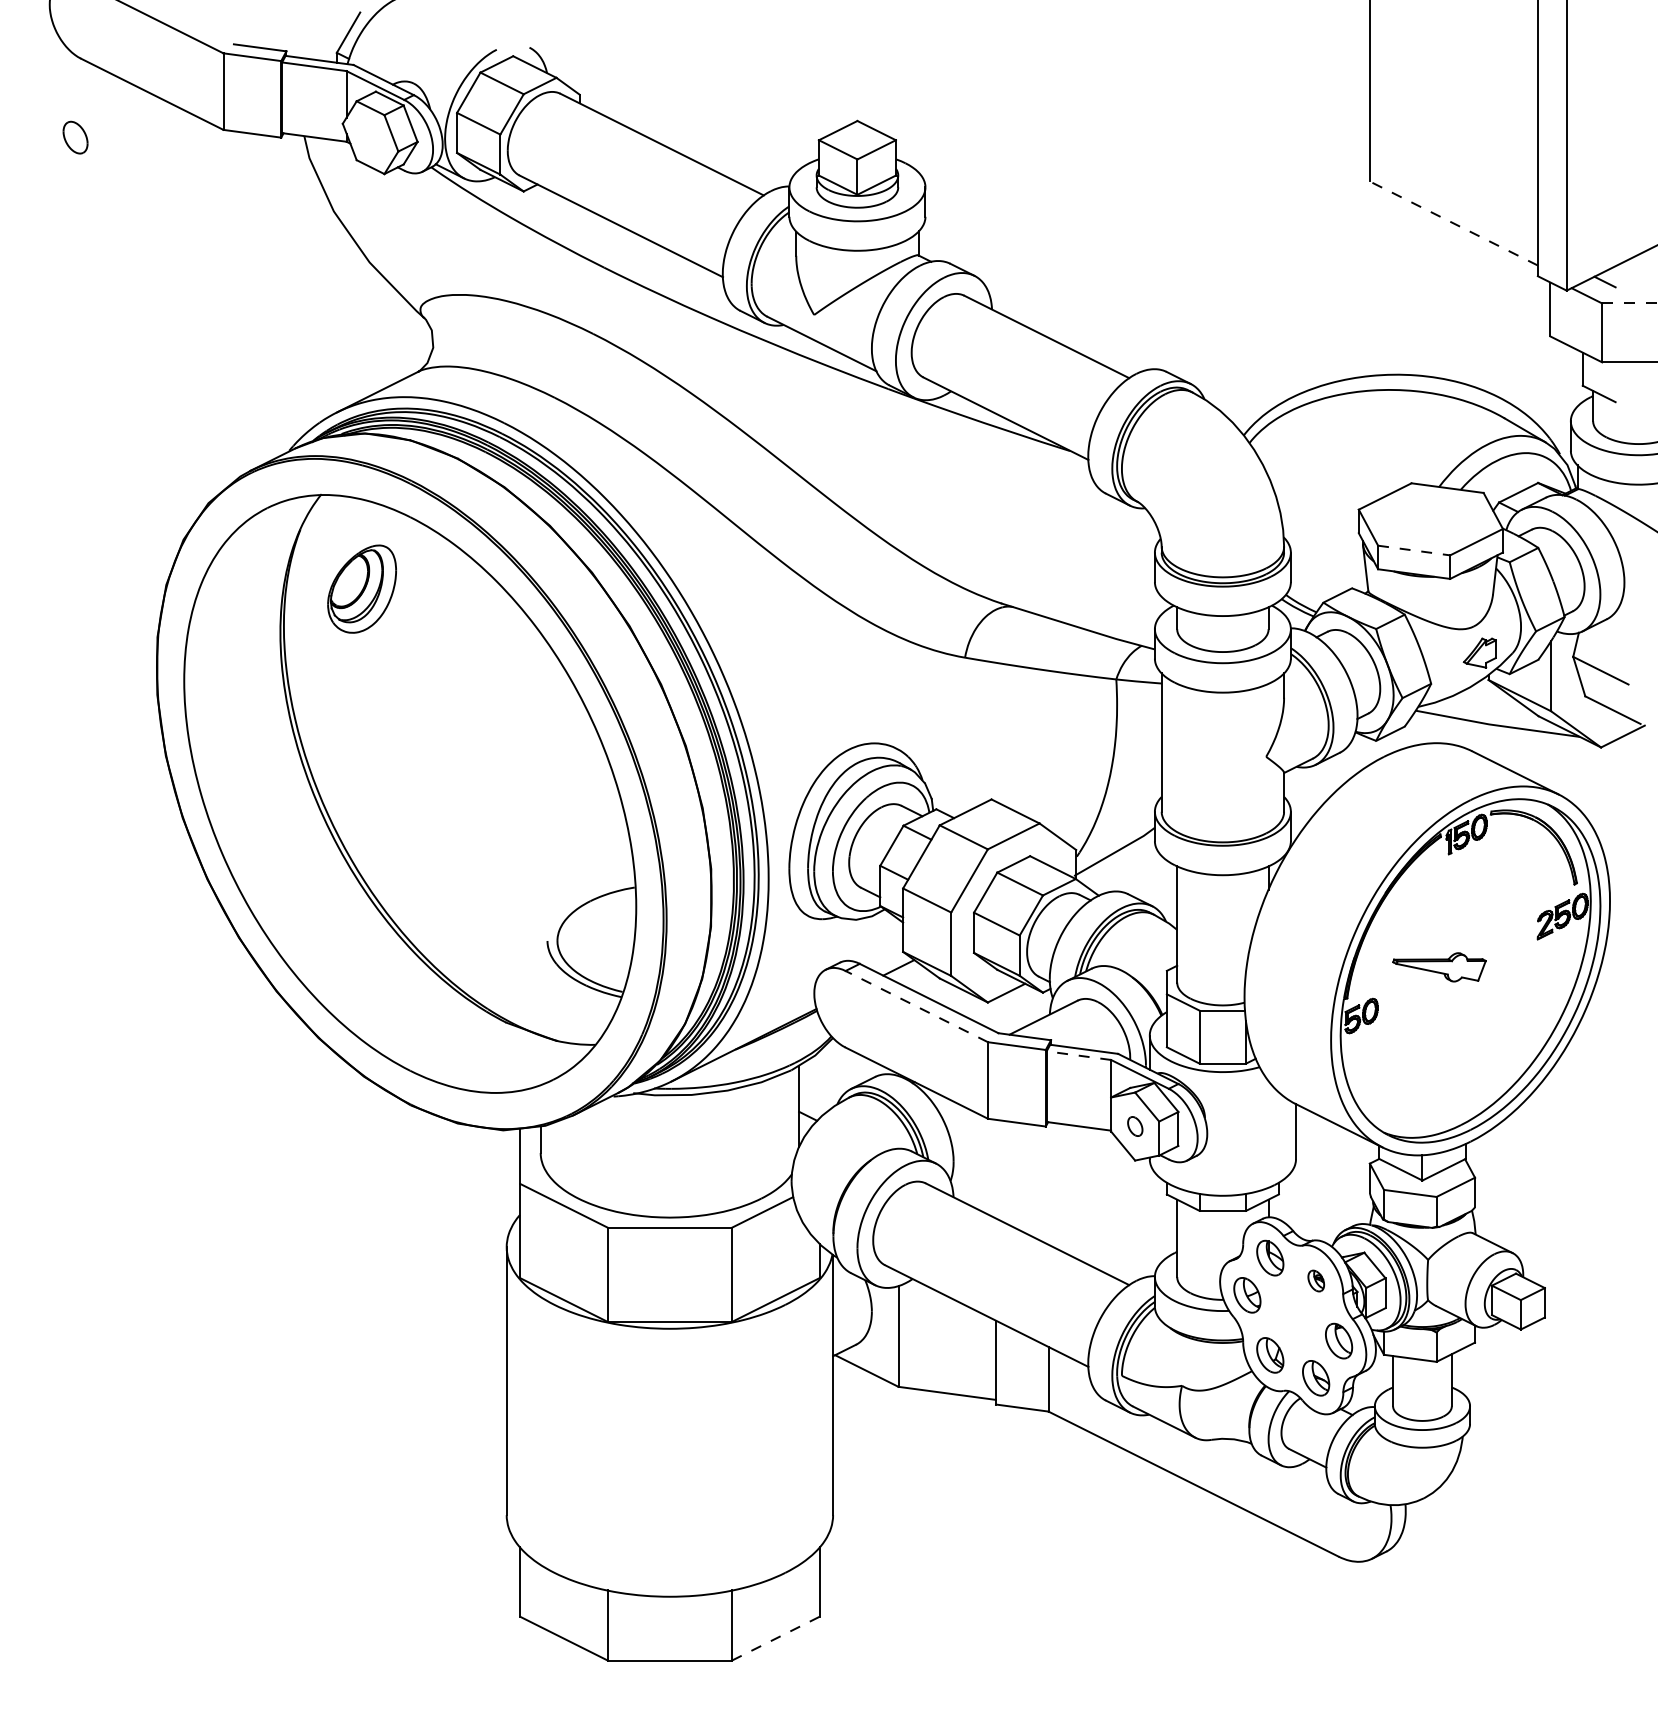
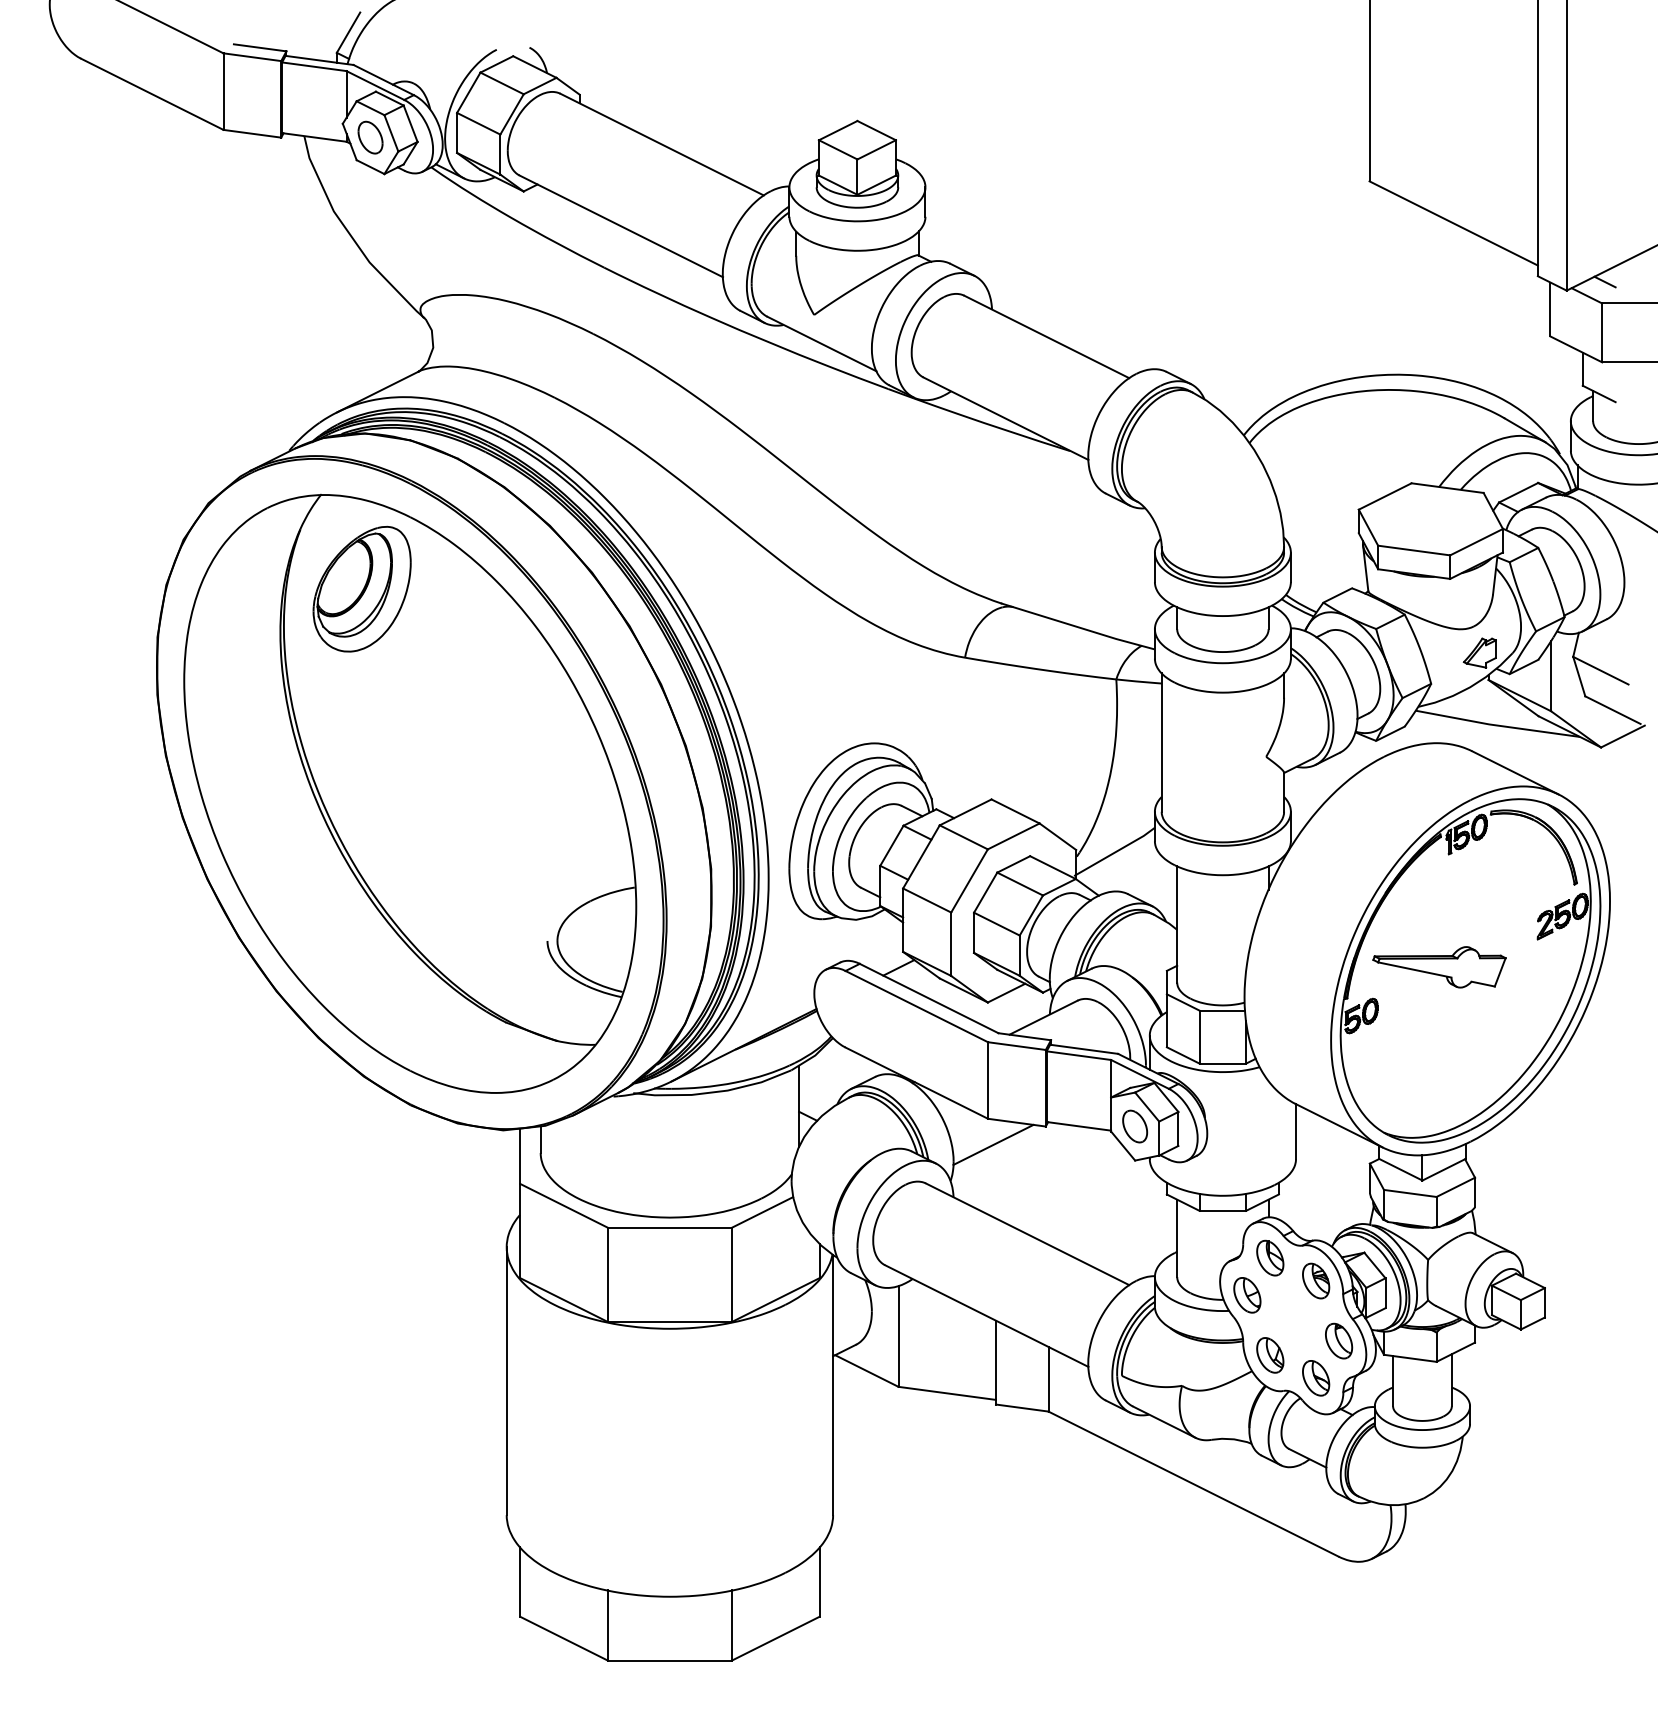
part at (75, 137) position: (75, 137) -> (370, 137)
line at (1453, 223): dashed -> solid
line at (1629, 303): dashed -> solid
line at (1414, 550): dashed -> solid
part at (361, 588) size: 70x90 px -> 100x128 px
part at (1439, 967) size: 95x31 px -> 135x43 px
line at (916, 1006): dashed -> solid
line at (1078, 1055): dashed -> solid
part at (1135, 1126) size: 17x21 px -> 27x35 px
line at (993, 1144): none -> present
part at (1315, 1280) size: 18x24 px -> 29x38 px
line at (775, 1638): dashed -> solid
